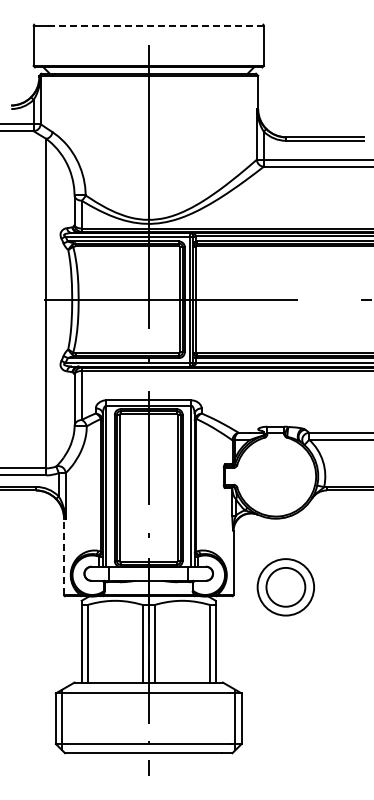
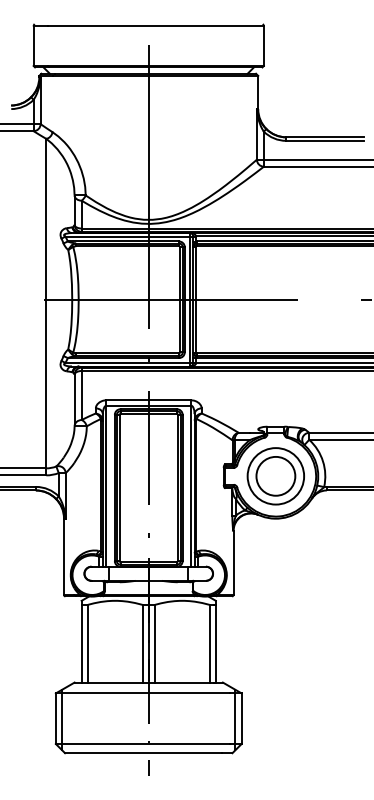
line at (155, 26): dashed -> solid
line at (64, 556): dashed -> solid
part at (285, 587) position: (285, 587) -> (275, 476)
